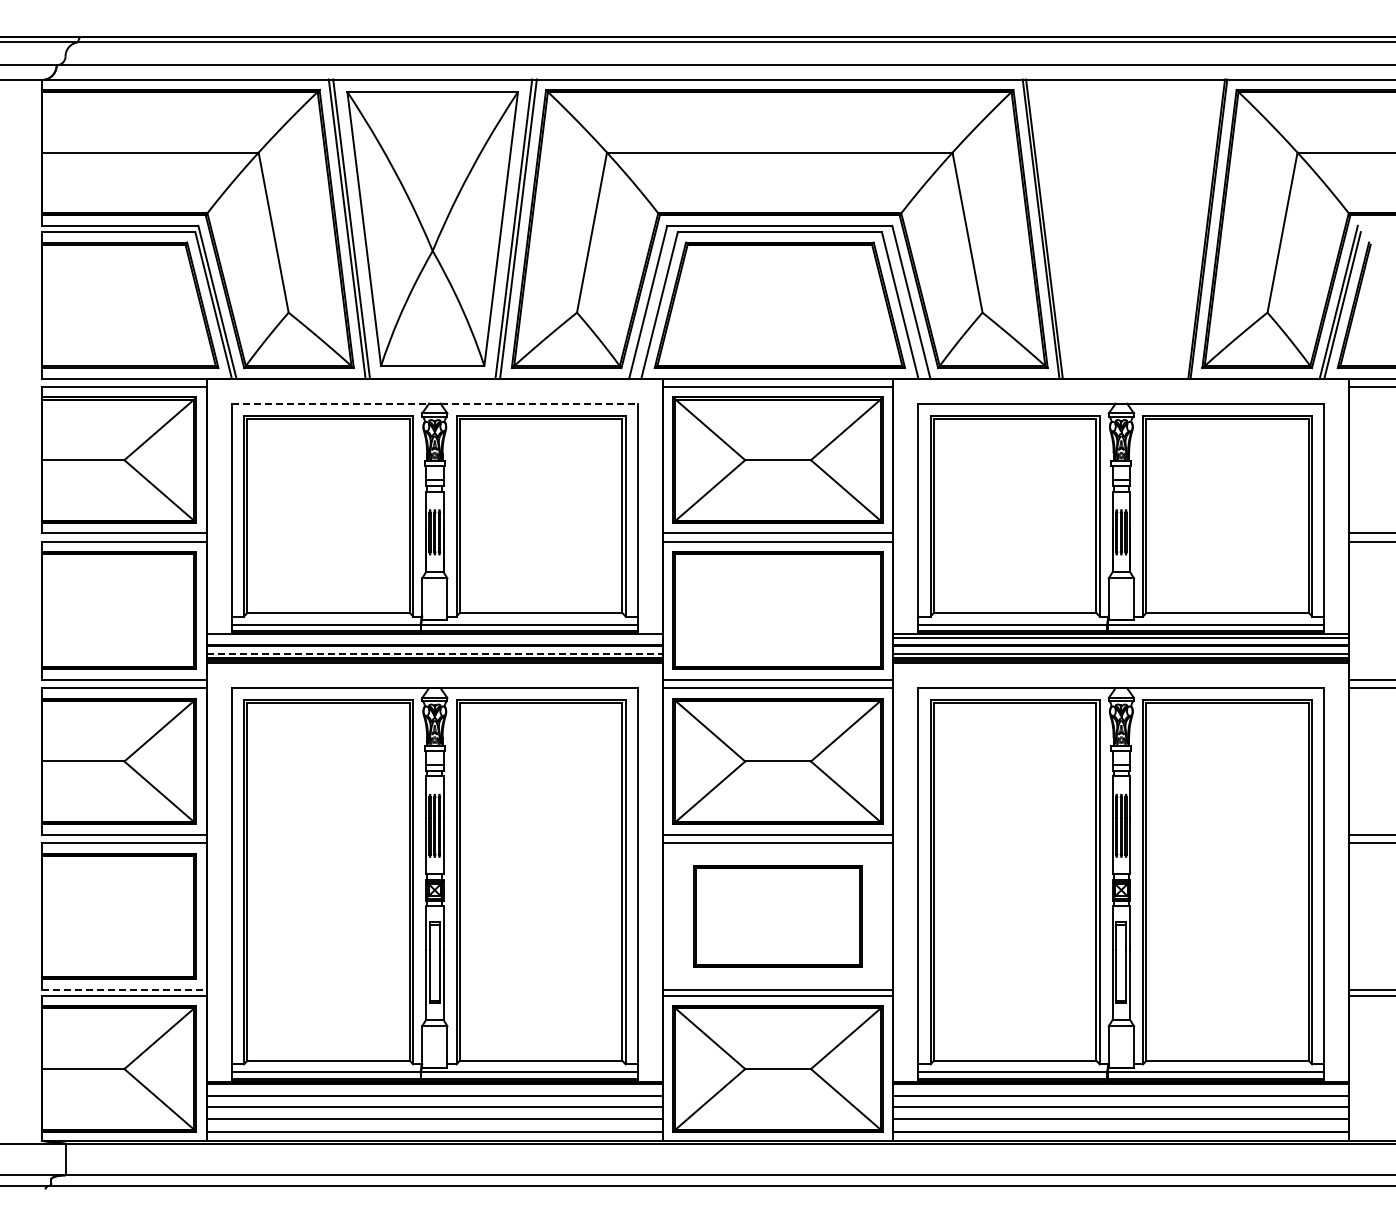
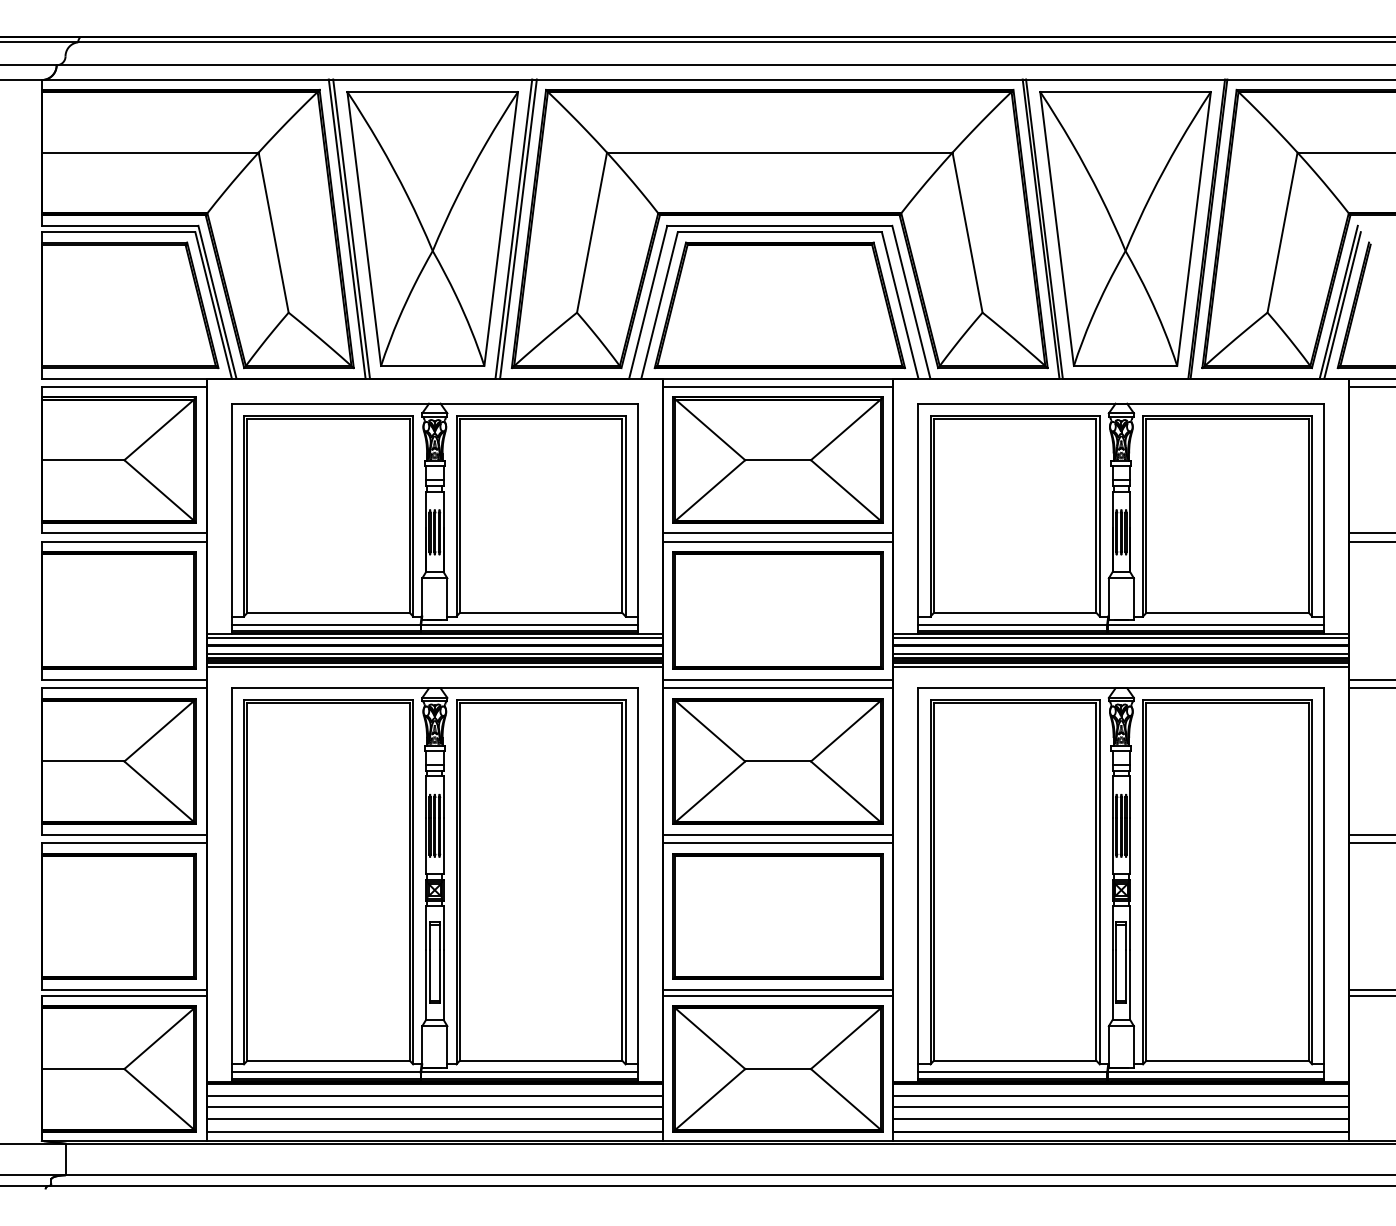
part at (1125, 228): none -> present
line at (434, 403): dashed -> solid
line at (434, 637): none -> present
line at (435, 653): dashed -> solid
line at (434, 666): none -> present
line at (1121, 666): none -> present
part at (777, 916) size: 170x103 px -> 212x127 px
line at (124, 989): dashed -> solid
